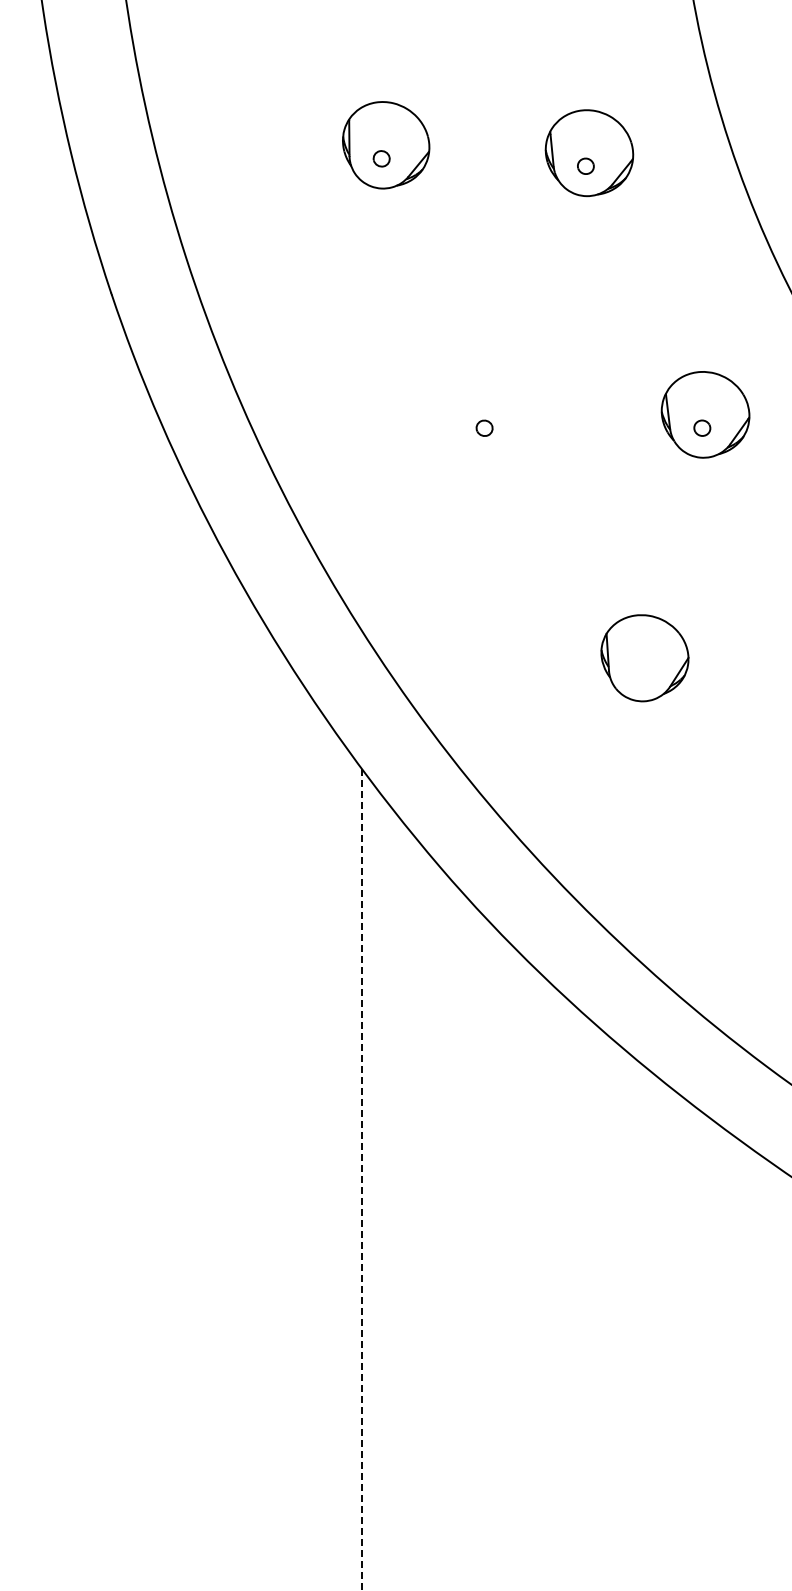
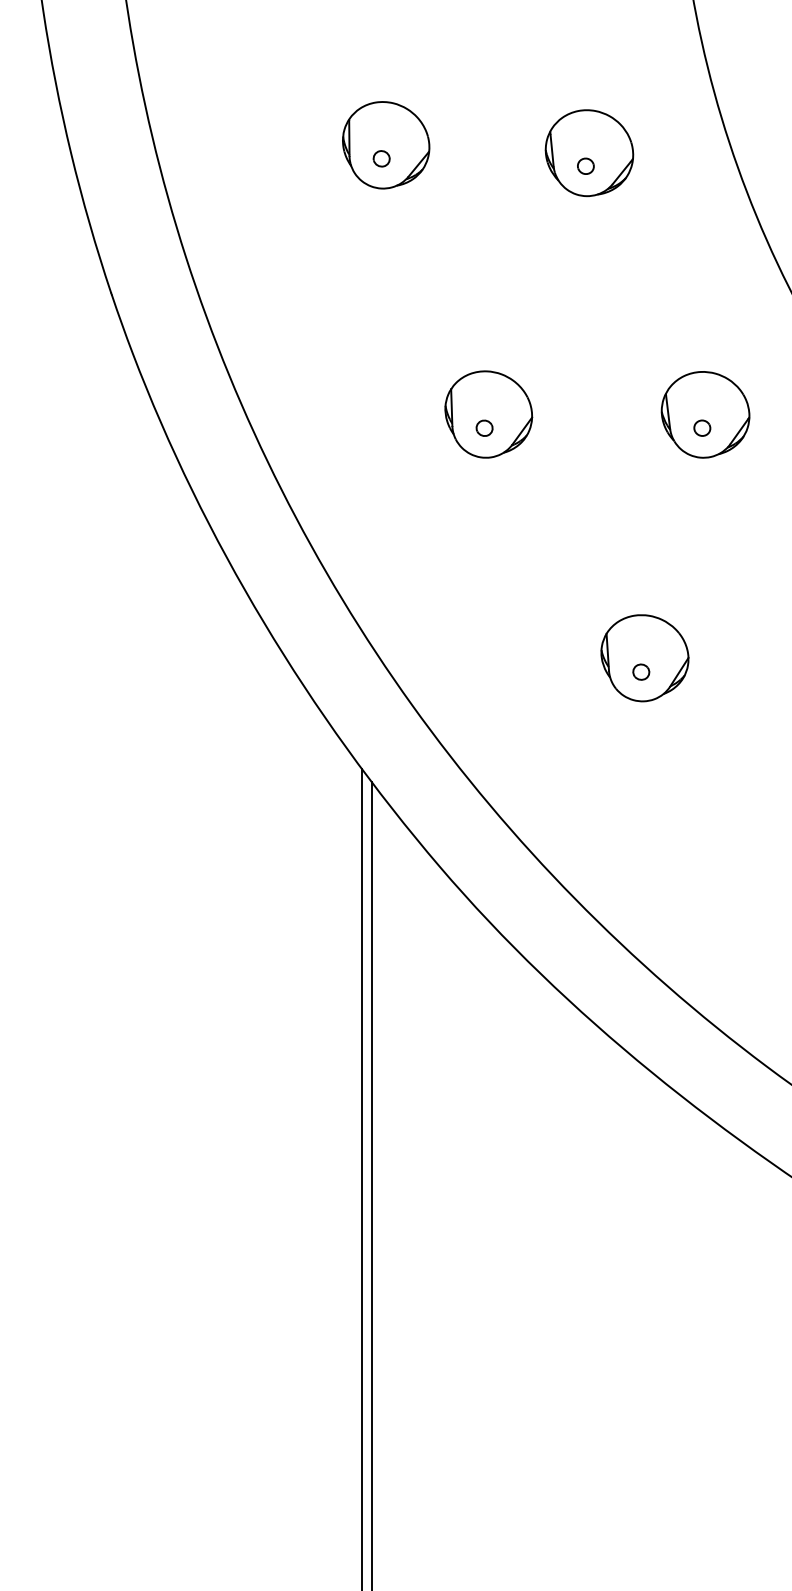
part at (488, 414): none -> present
part at (641, 671): none -> present
line at (362, 1180): dashed -> solid
line at (371, 1184): none -> present
